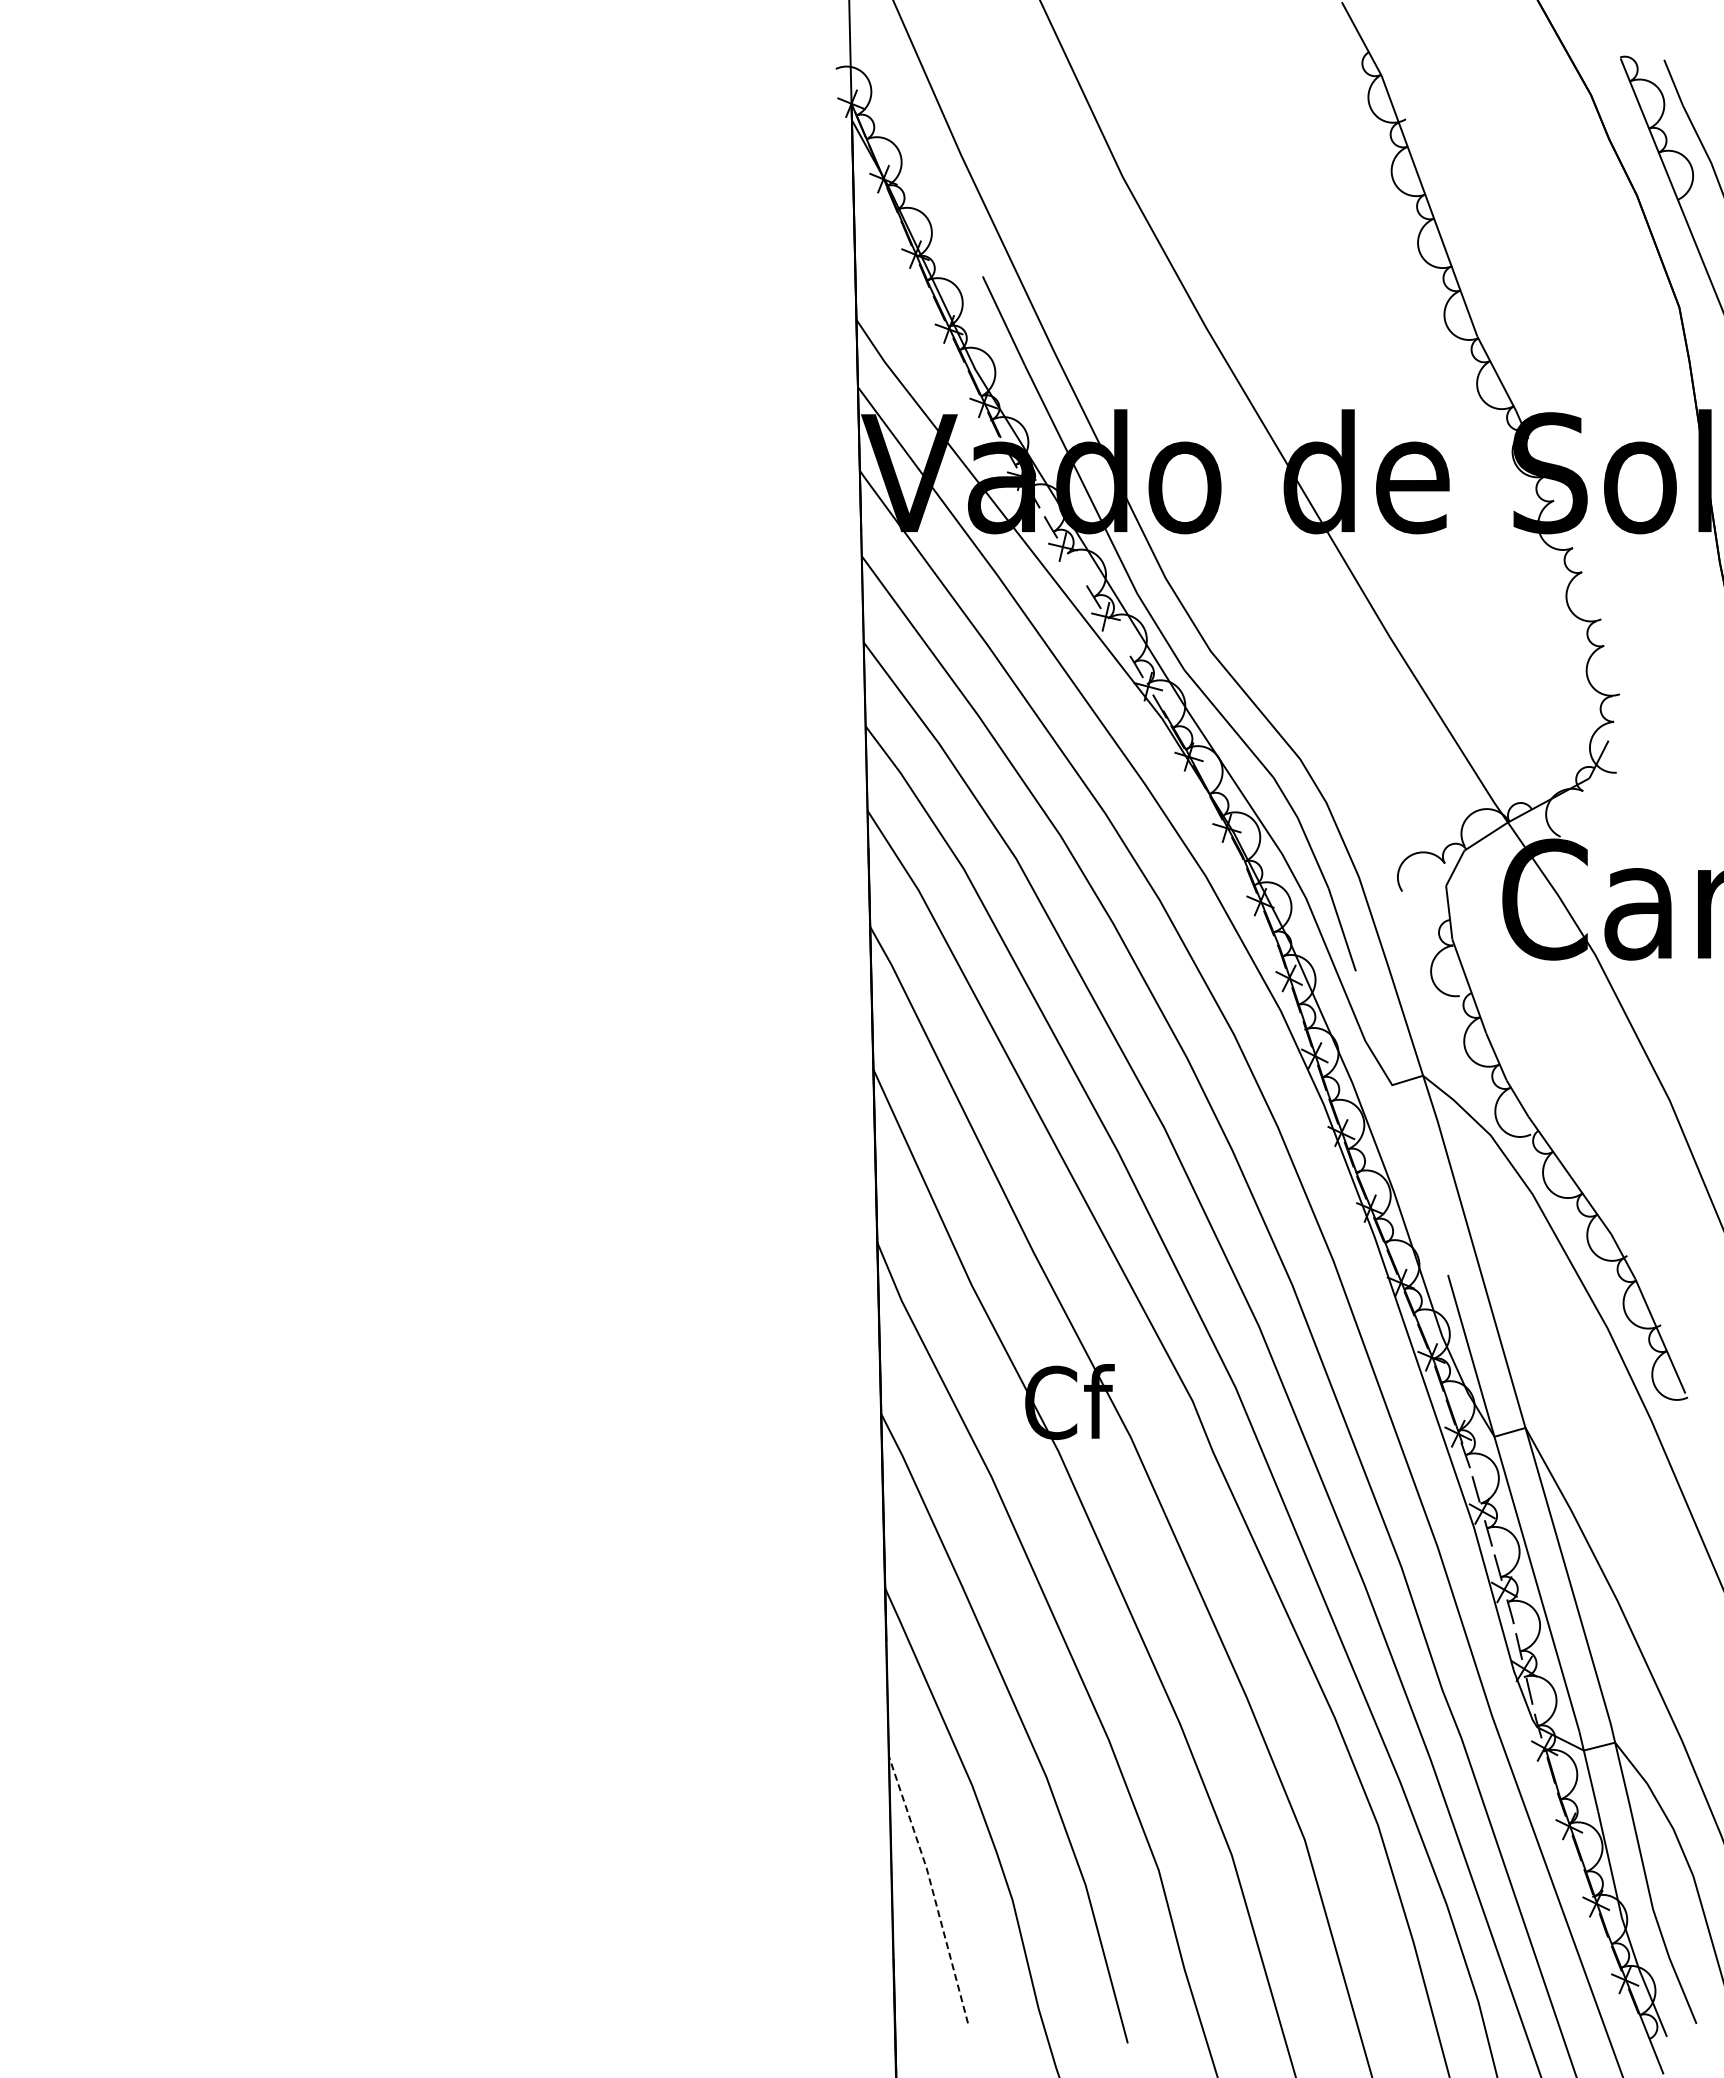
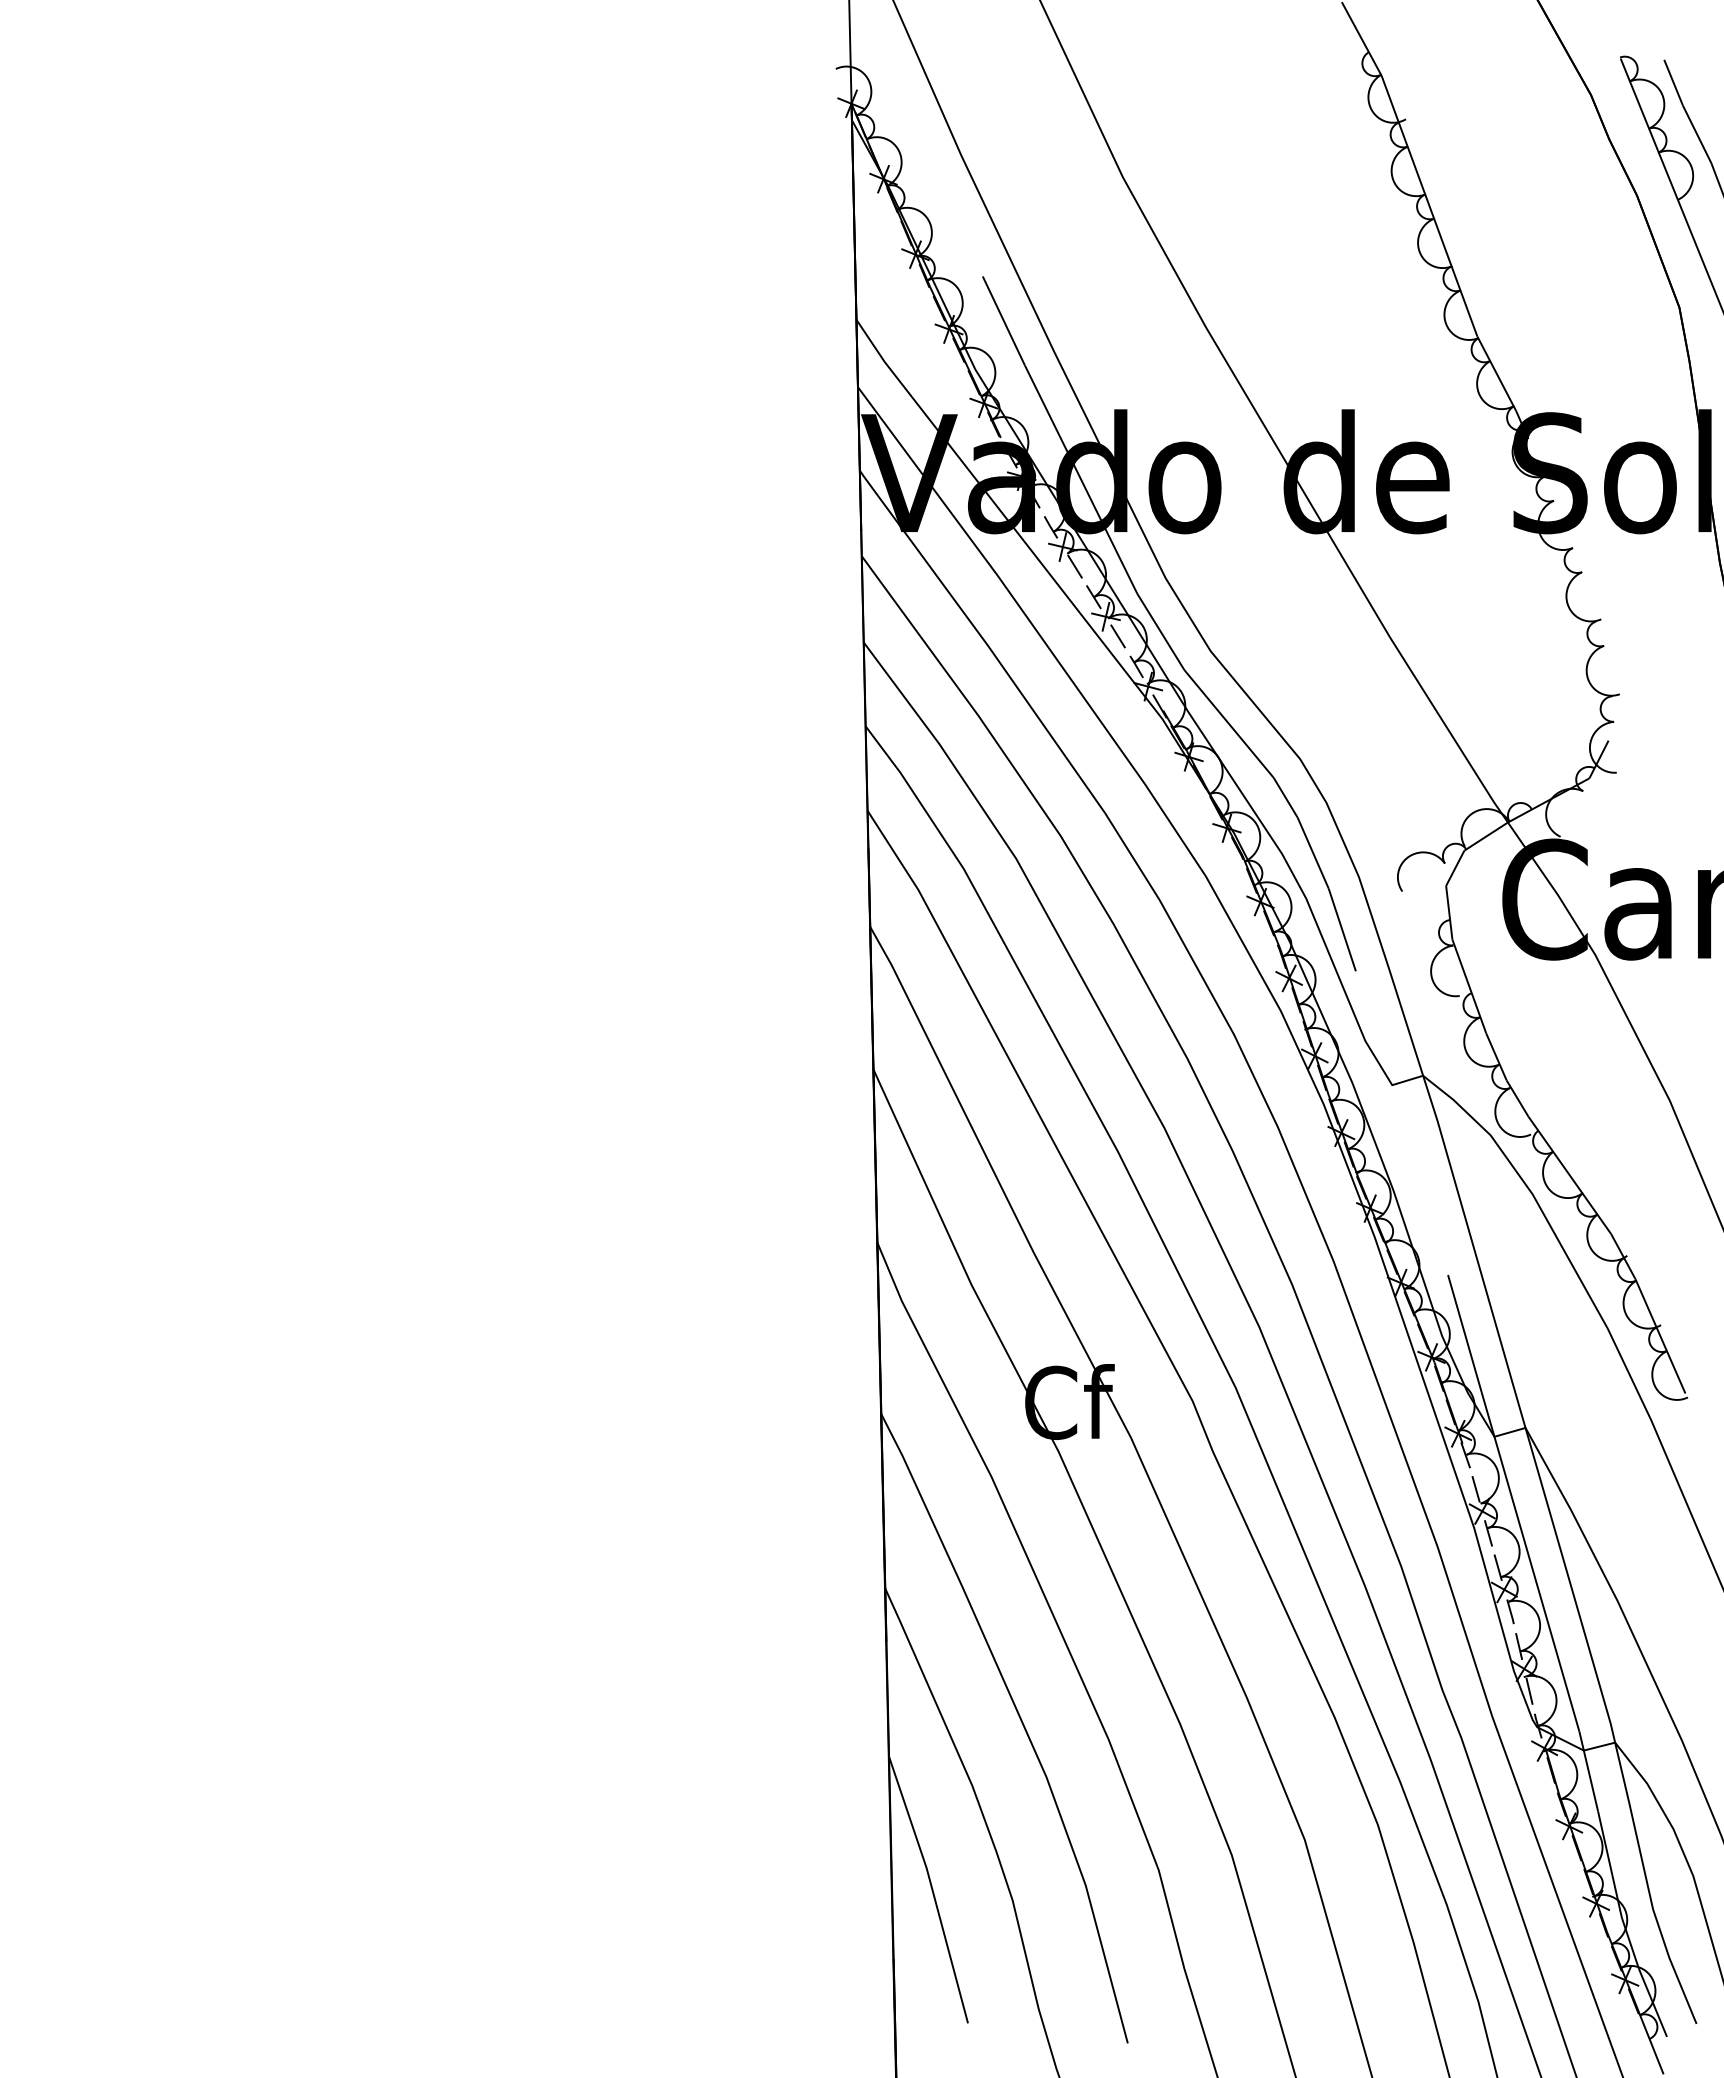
line at (1074, 566): none -> present
line at (1117, 636): none -> present
line at (931, 1887): dashed -> solid
